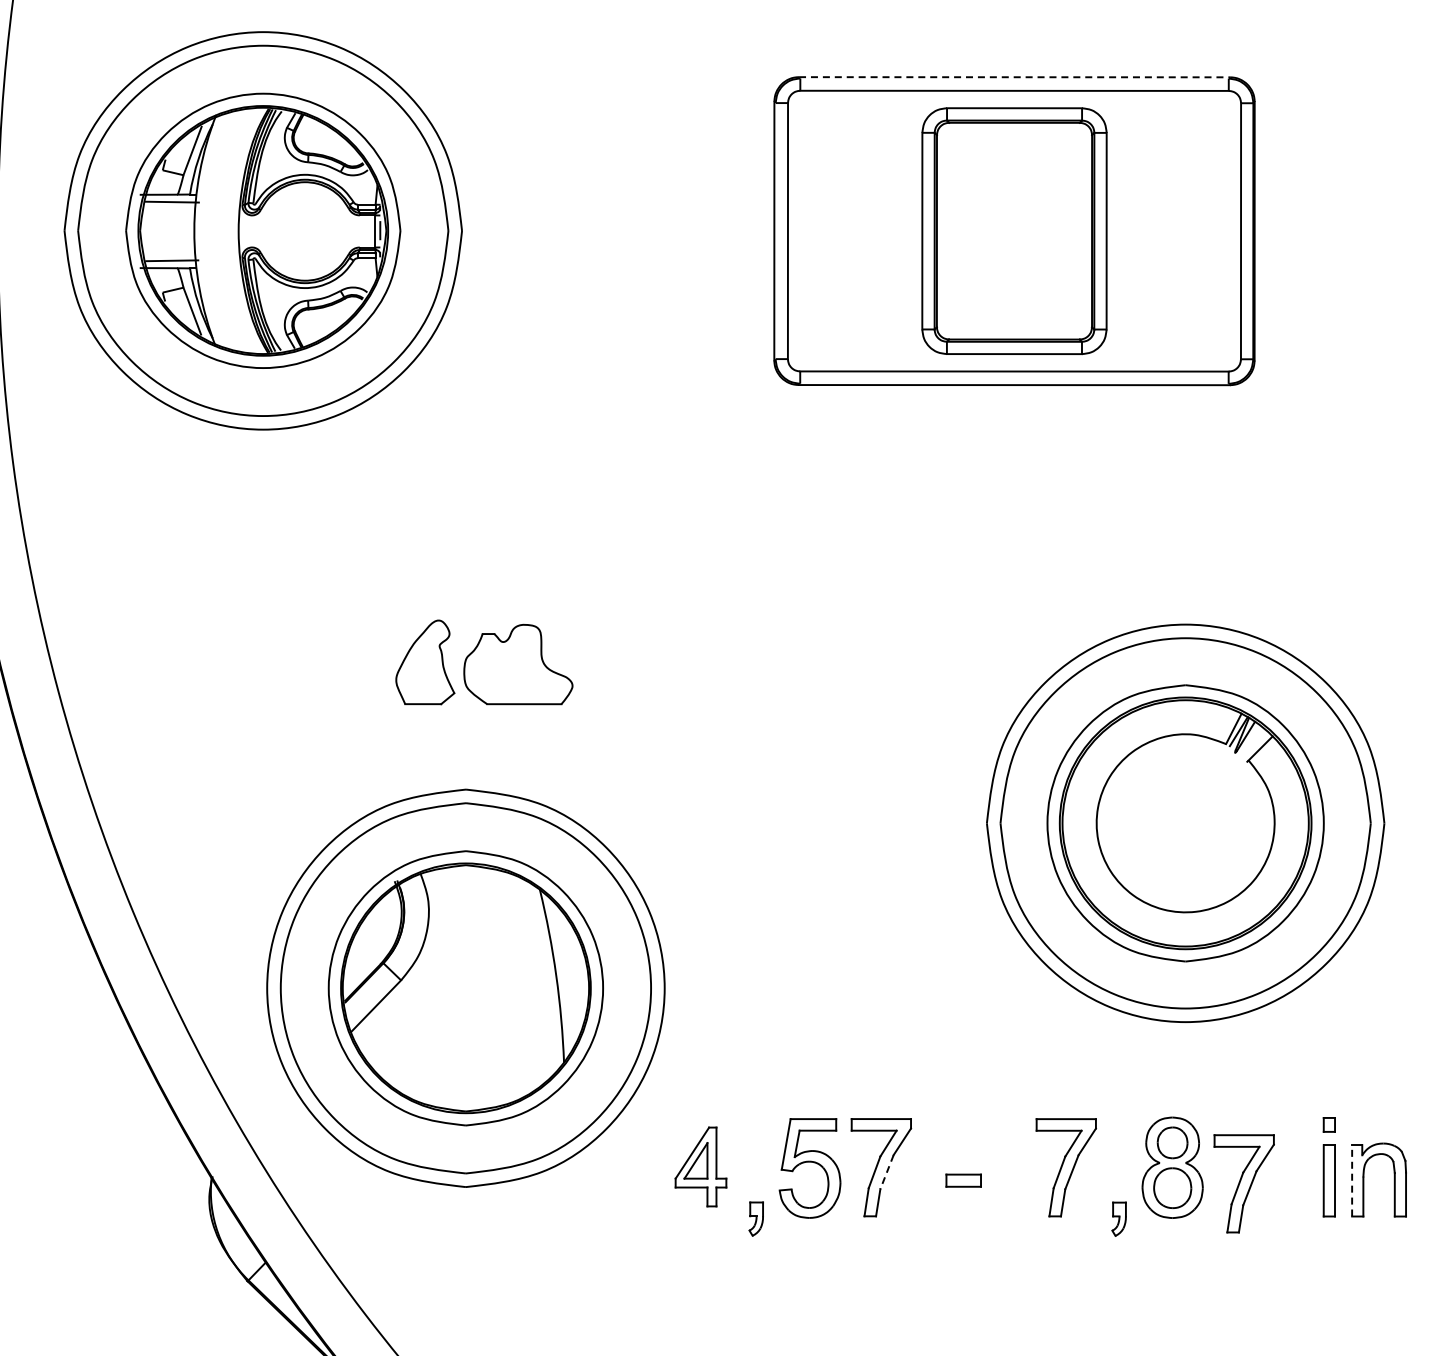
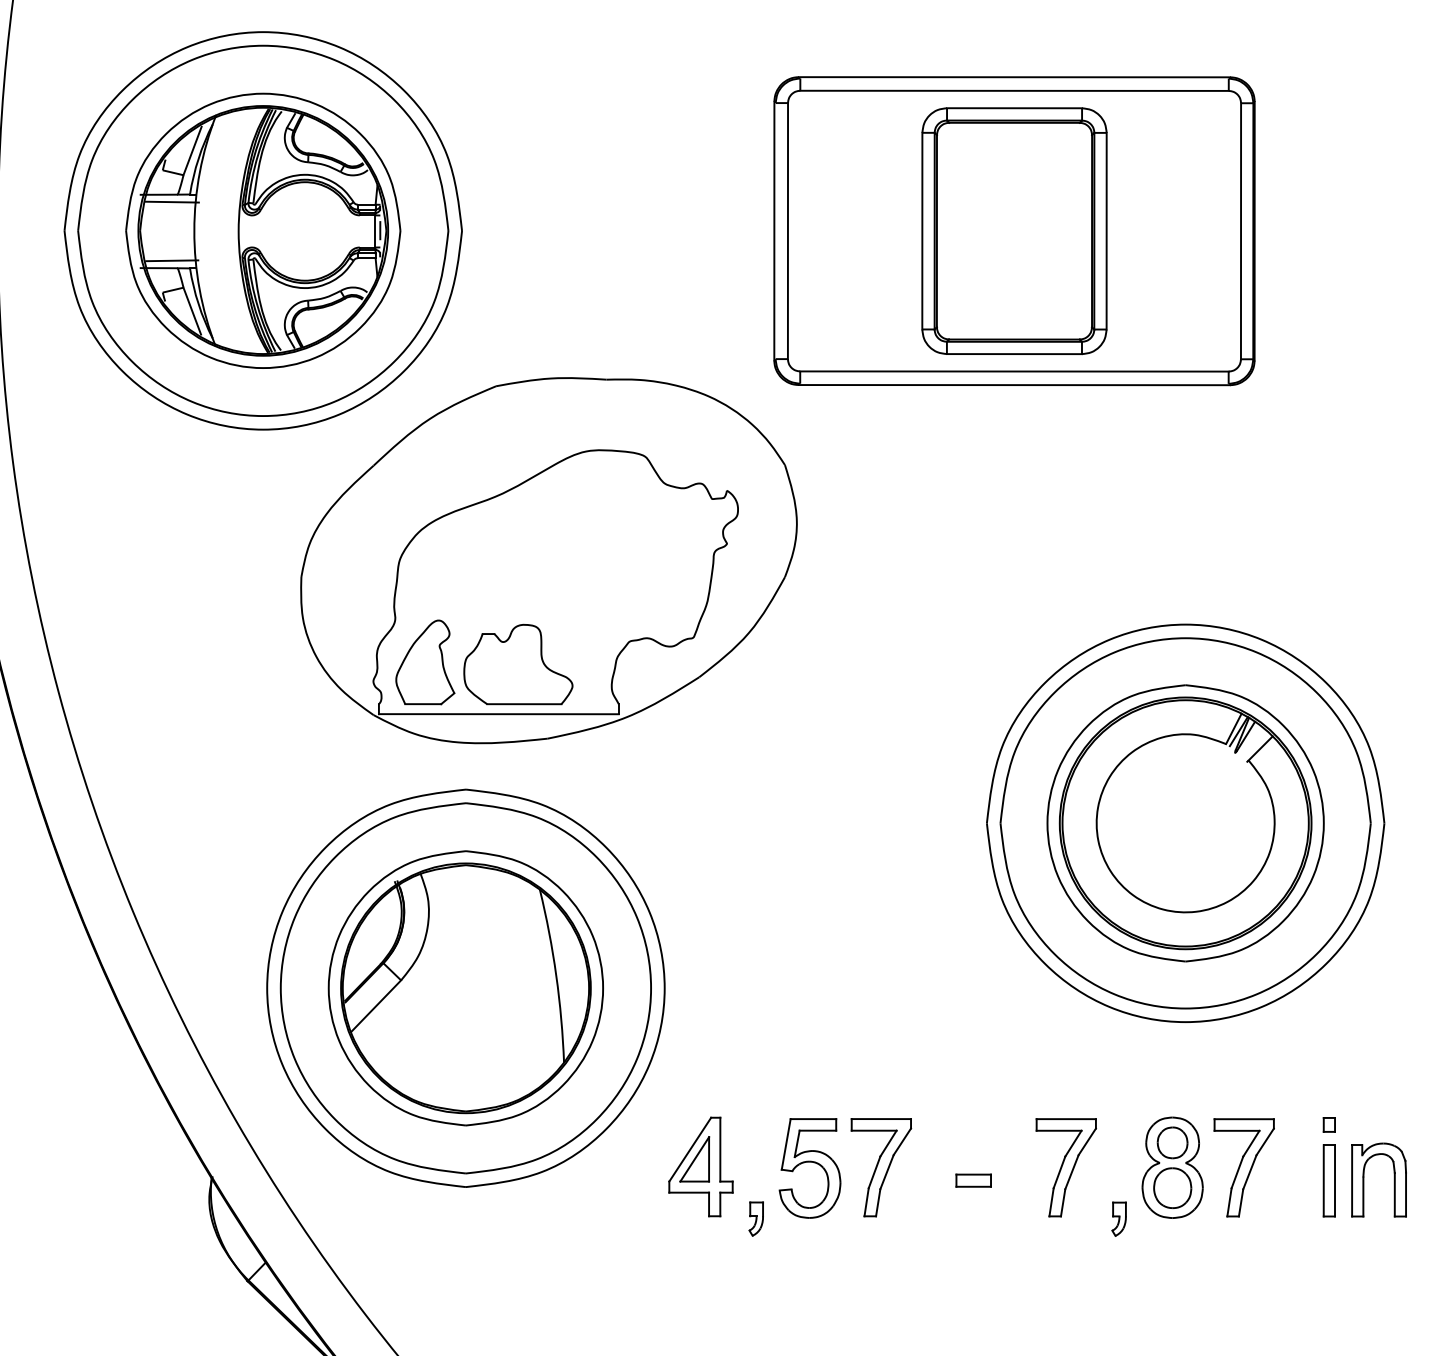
line at (1014, 77): dashed -> solid
part at (548, 560): none -> present
part at (700, 1166) size: 54x82 px -> 66x102 px
line at (886, 1172): dashed -> solid
part at (963, 1180) position: (963, 1180) -> (973, 1180)
line at (1352, 1180): dashed -> solid
part at (1243, 1183) position: (1243, 1183) -> (1243, 1167)
